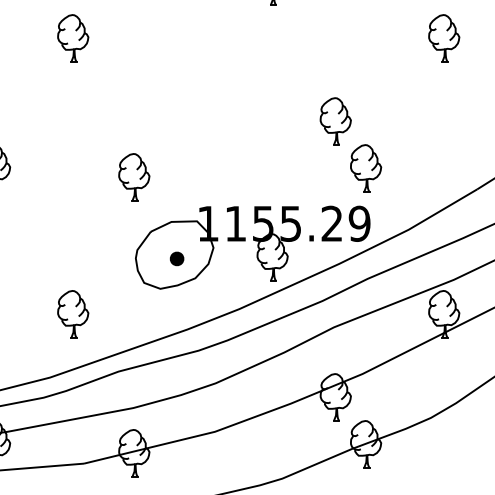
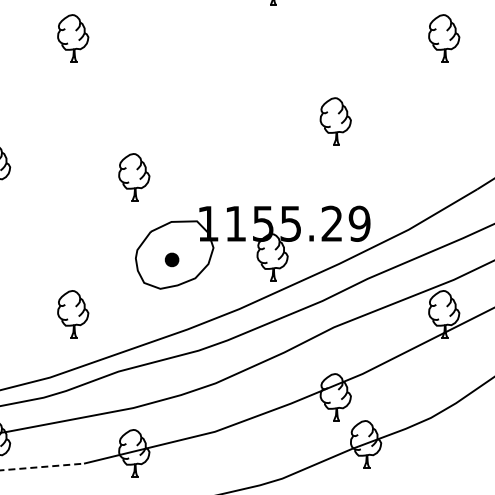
part at (366, 168): present -> none
part at (176, 258) position: (176, 258) -> (171, 259)
line at (42, 467): solid -> dashed
